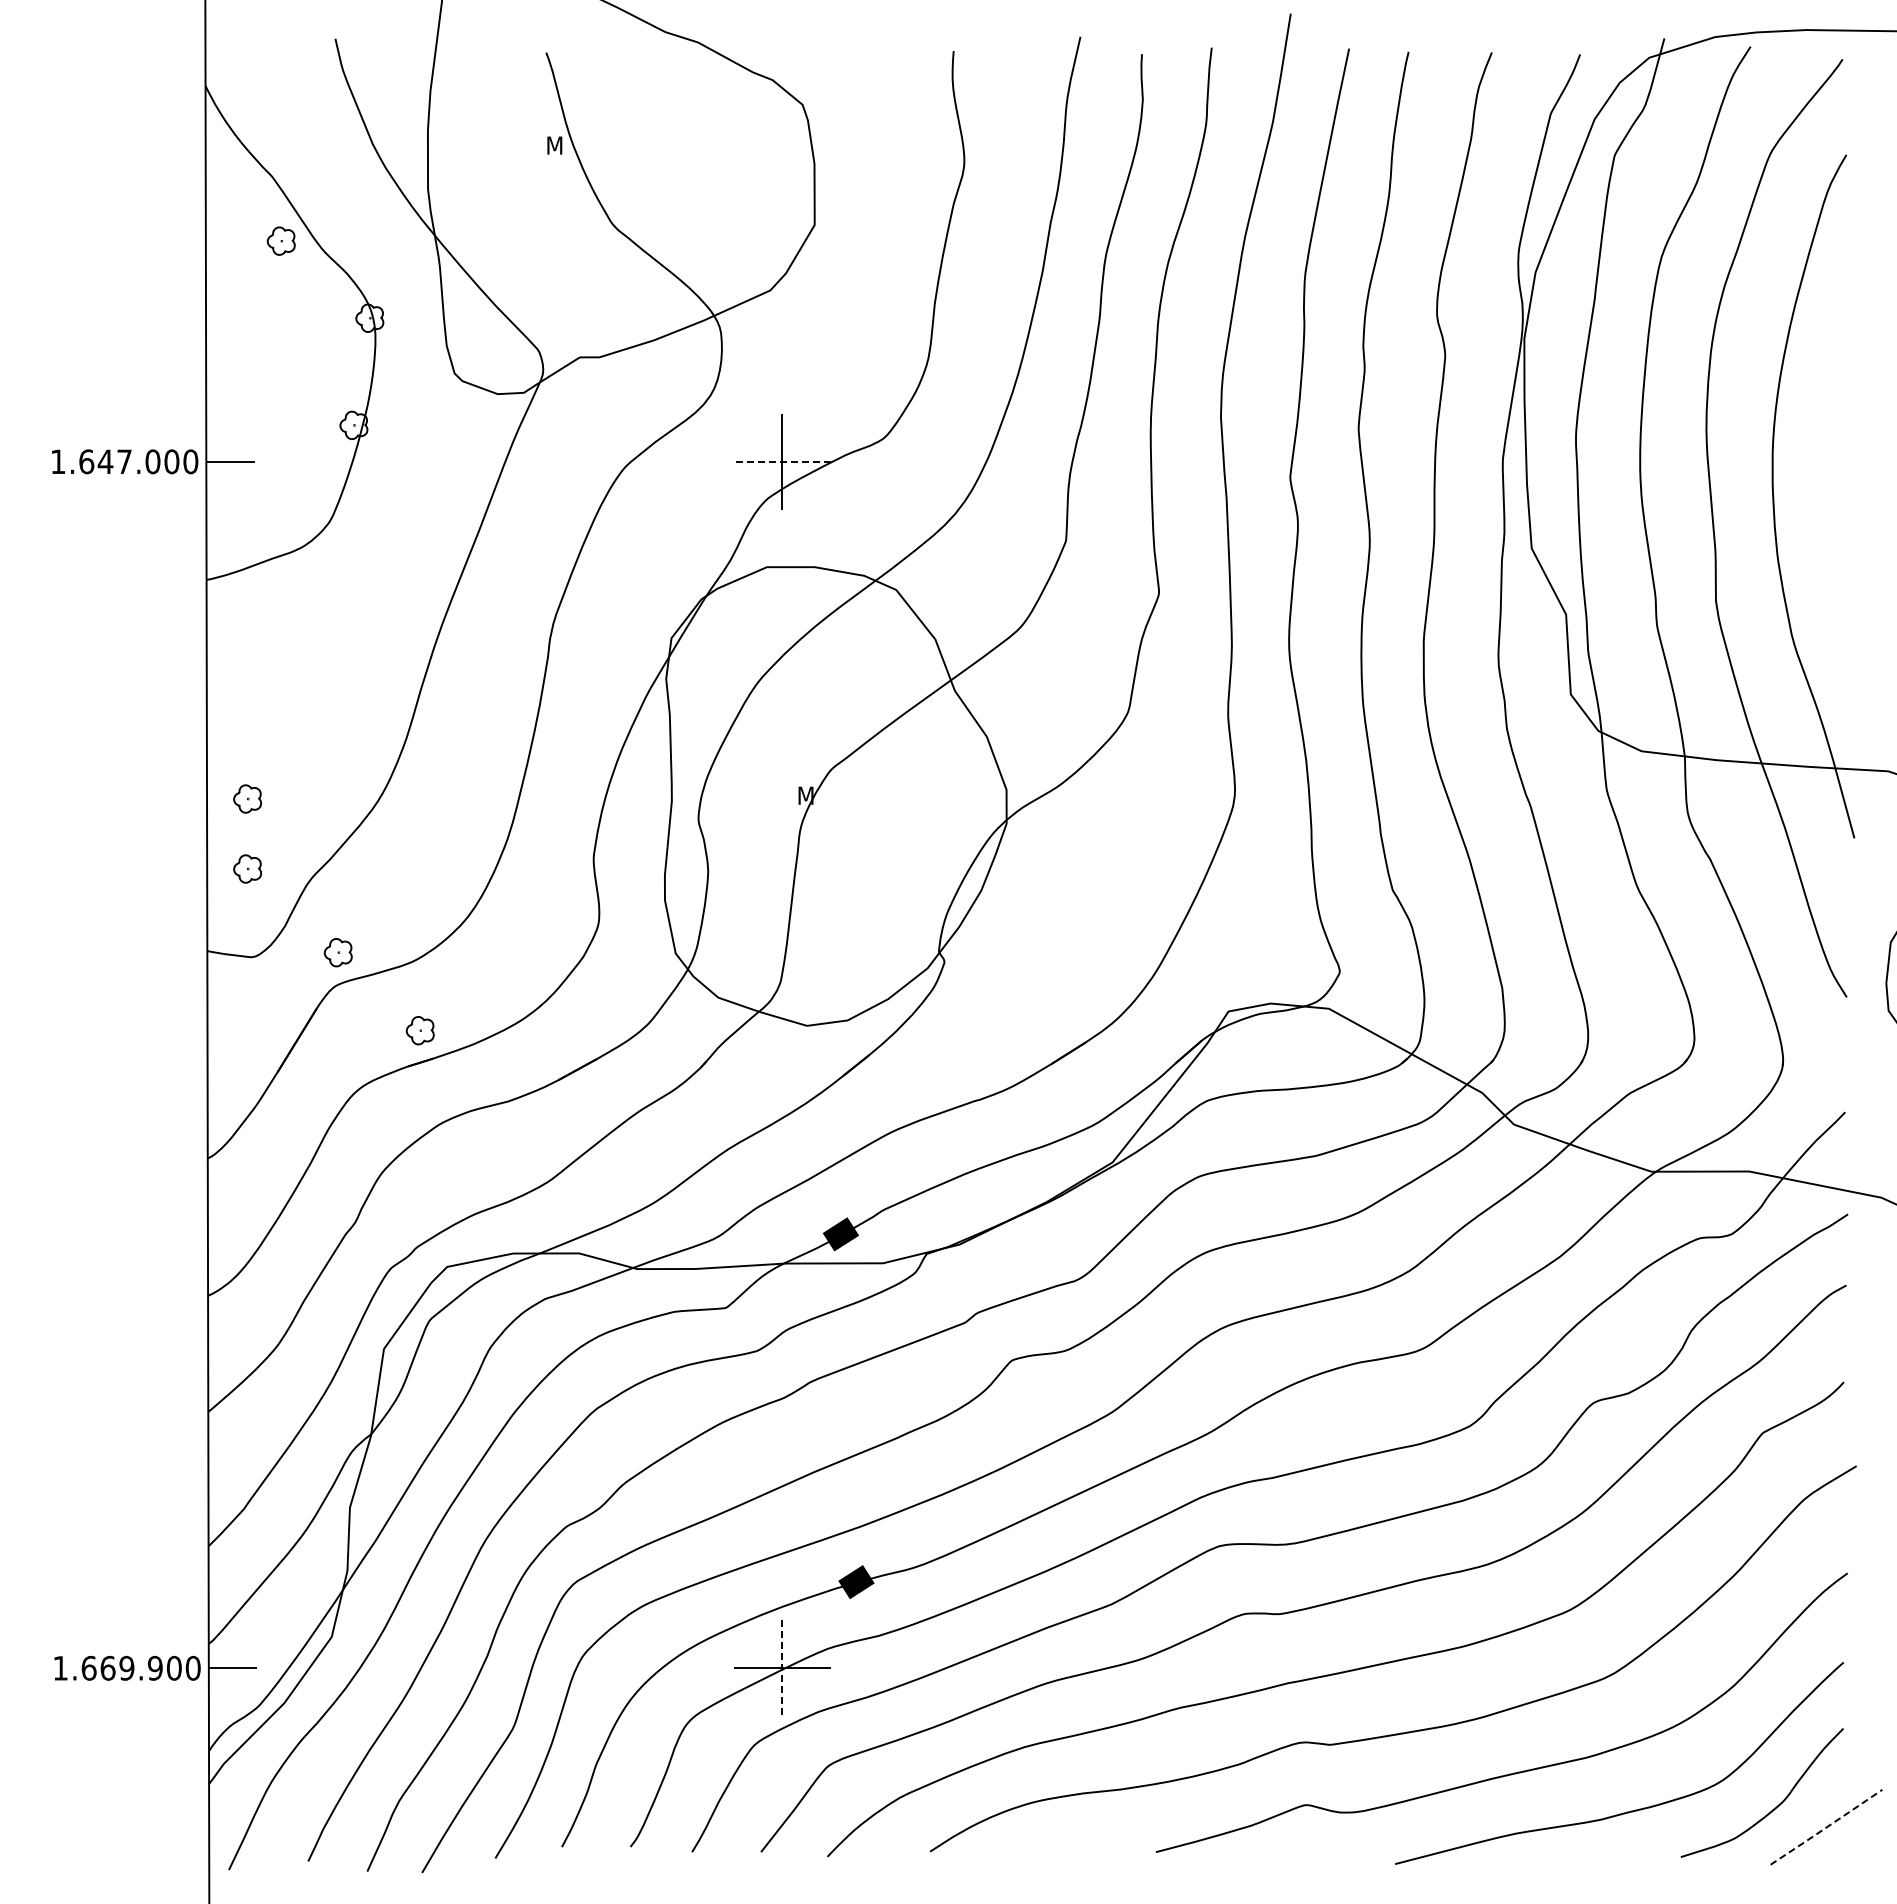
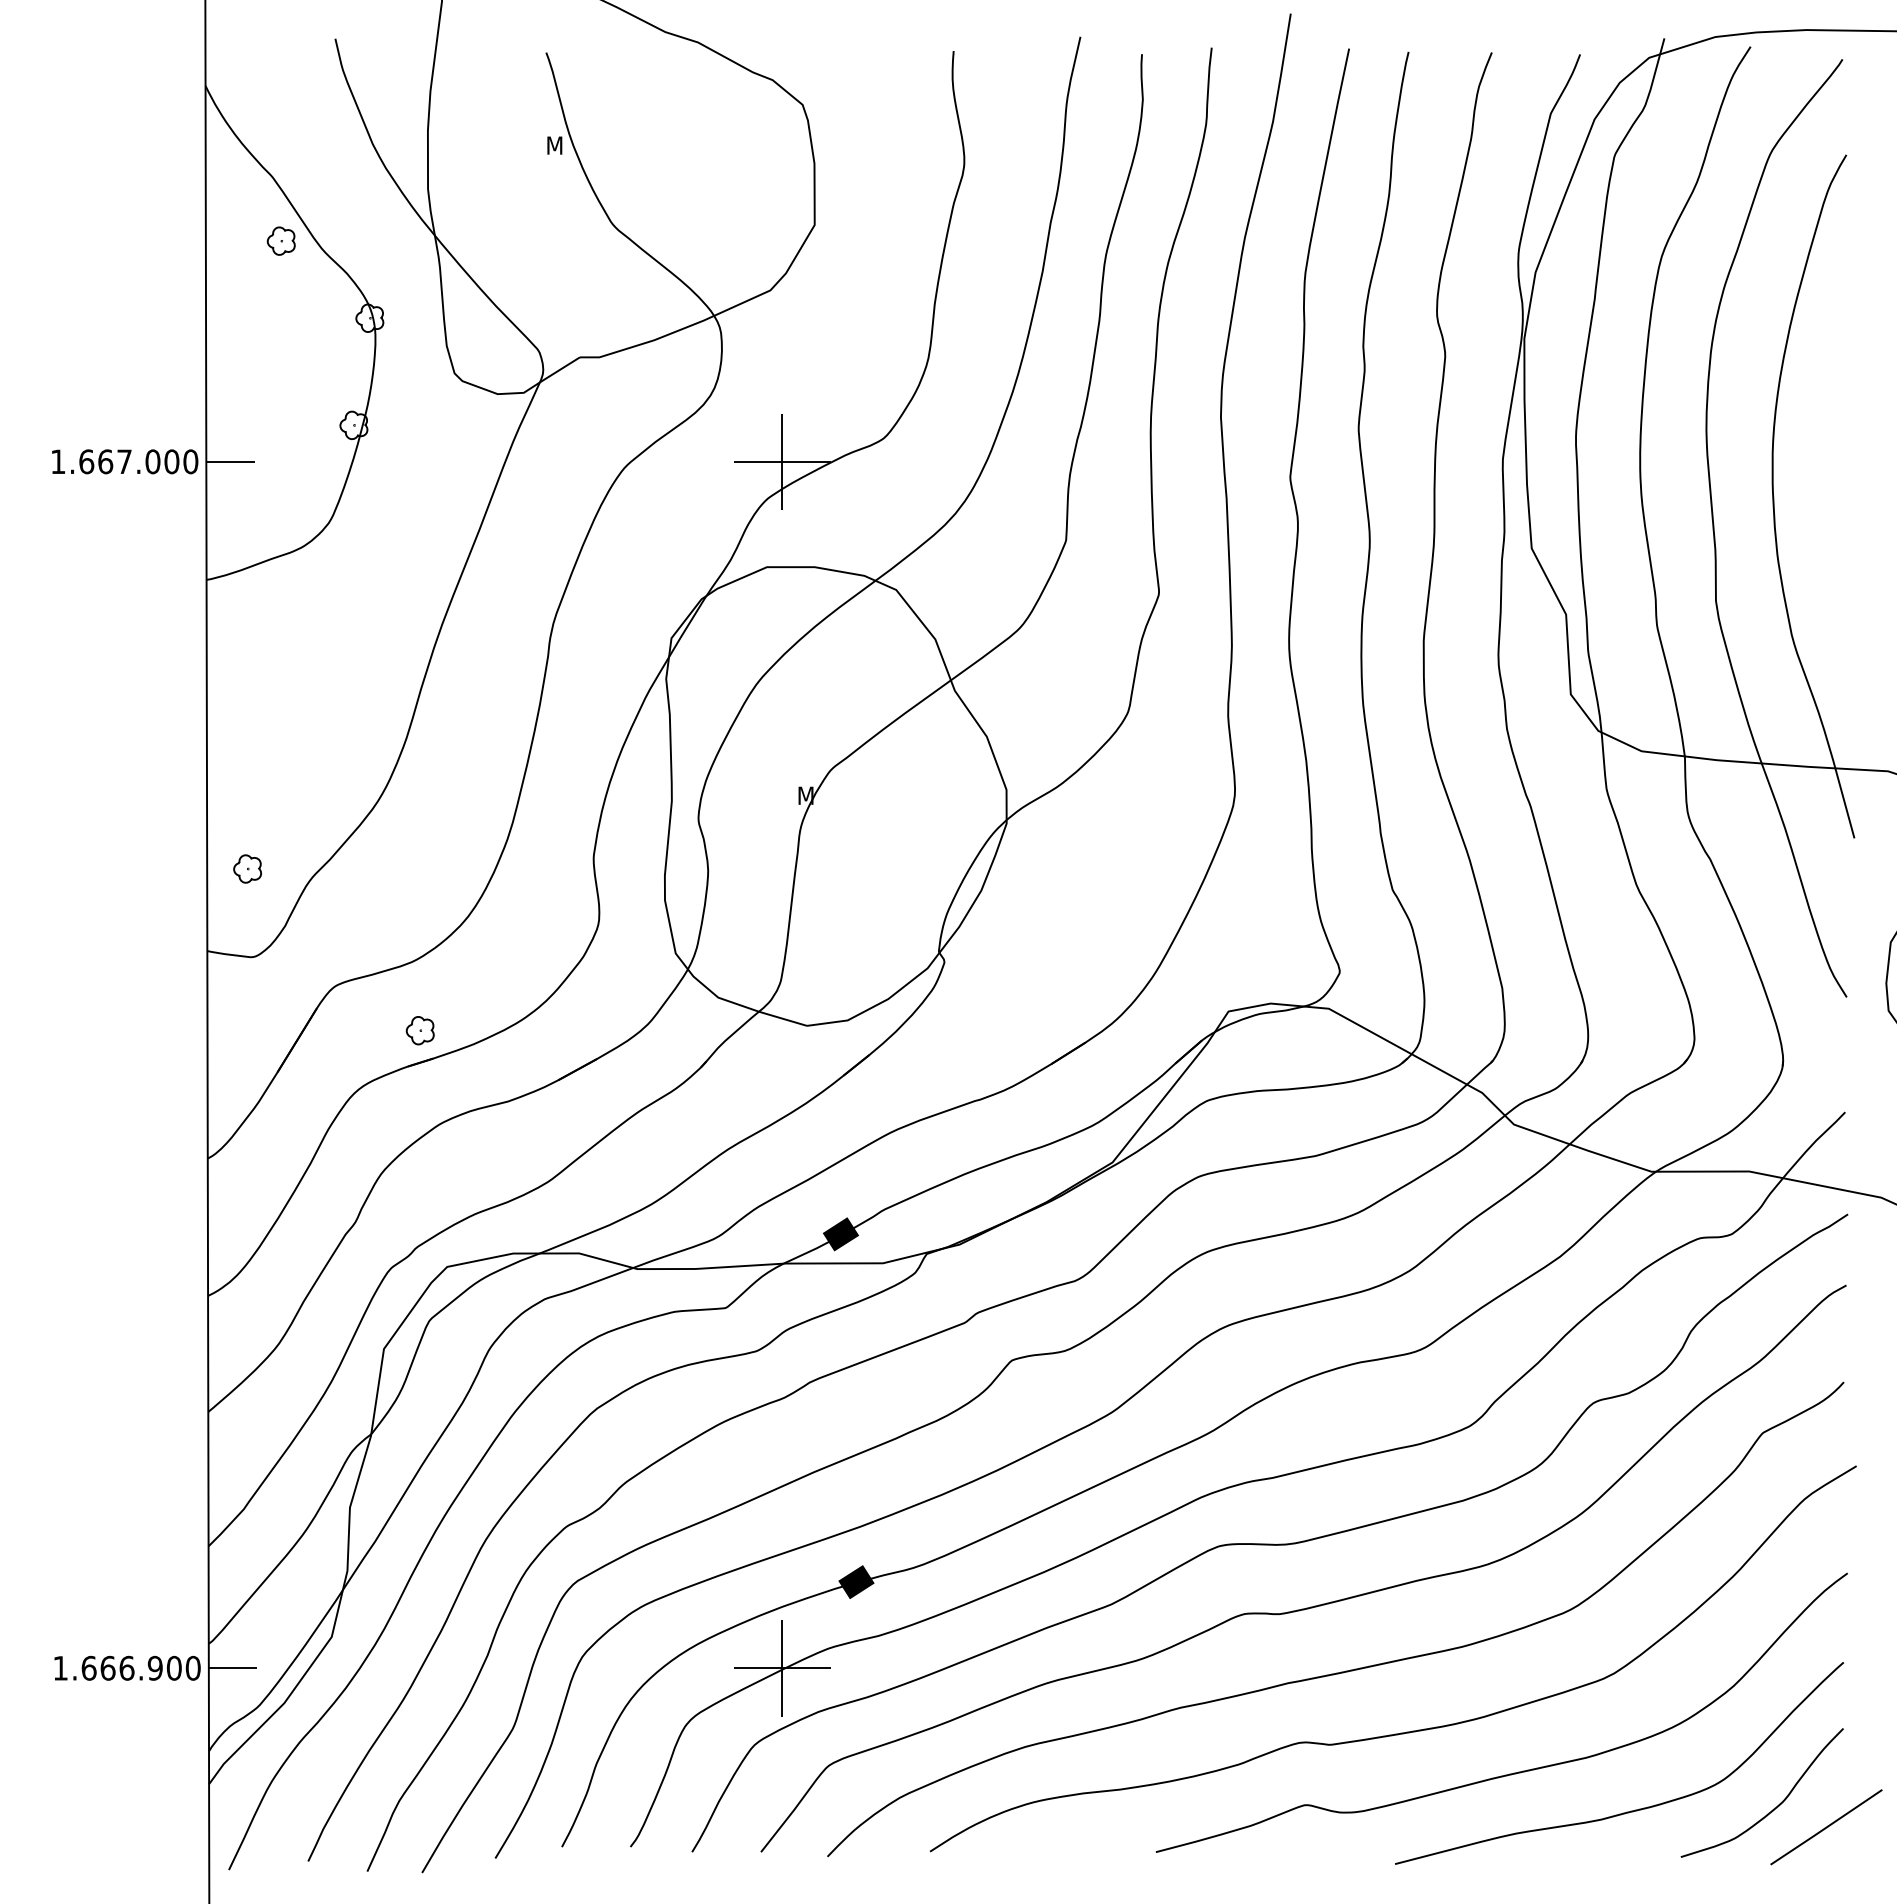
text at (105, 461): 1.647.000 -> 1.667.000
line at (781, 461): dashed -> solid
part at (247, 798): present -> none
part at (337, 952): present -> none
text at (126, 1667): 1.669.900 -> 1.666.900
line at (782, 1668): dashed -> solid
line at (1826, 1827): dashed -> solid
